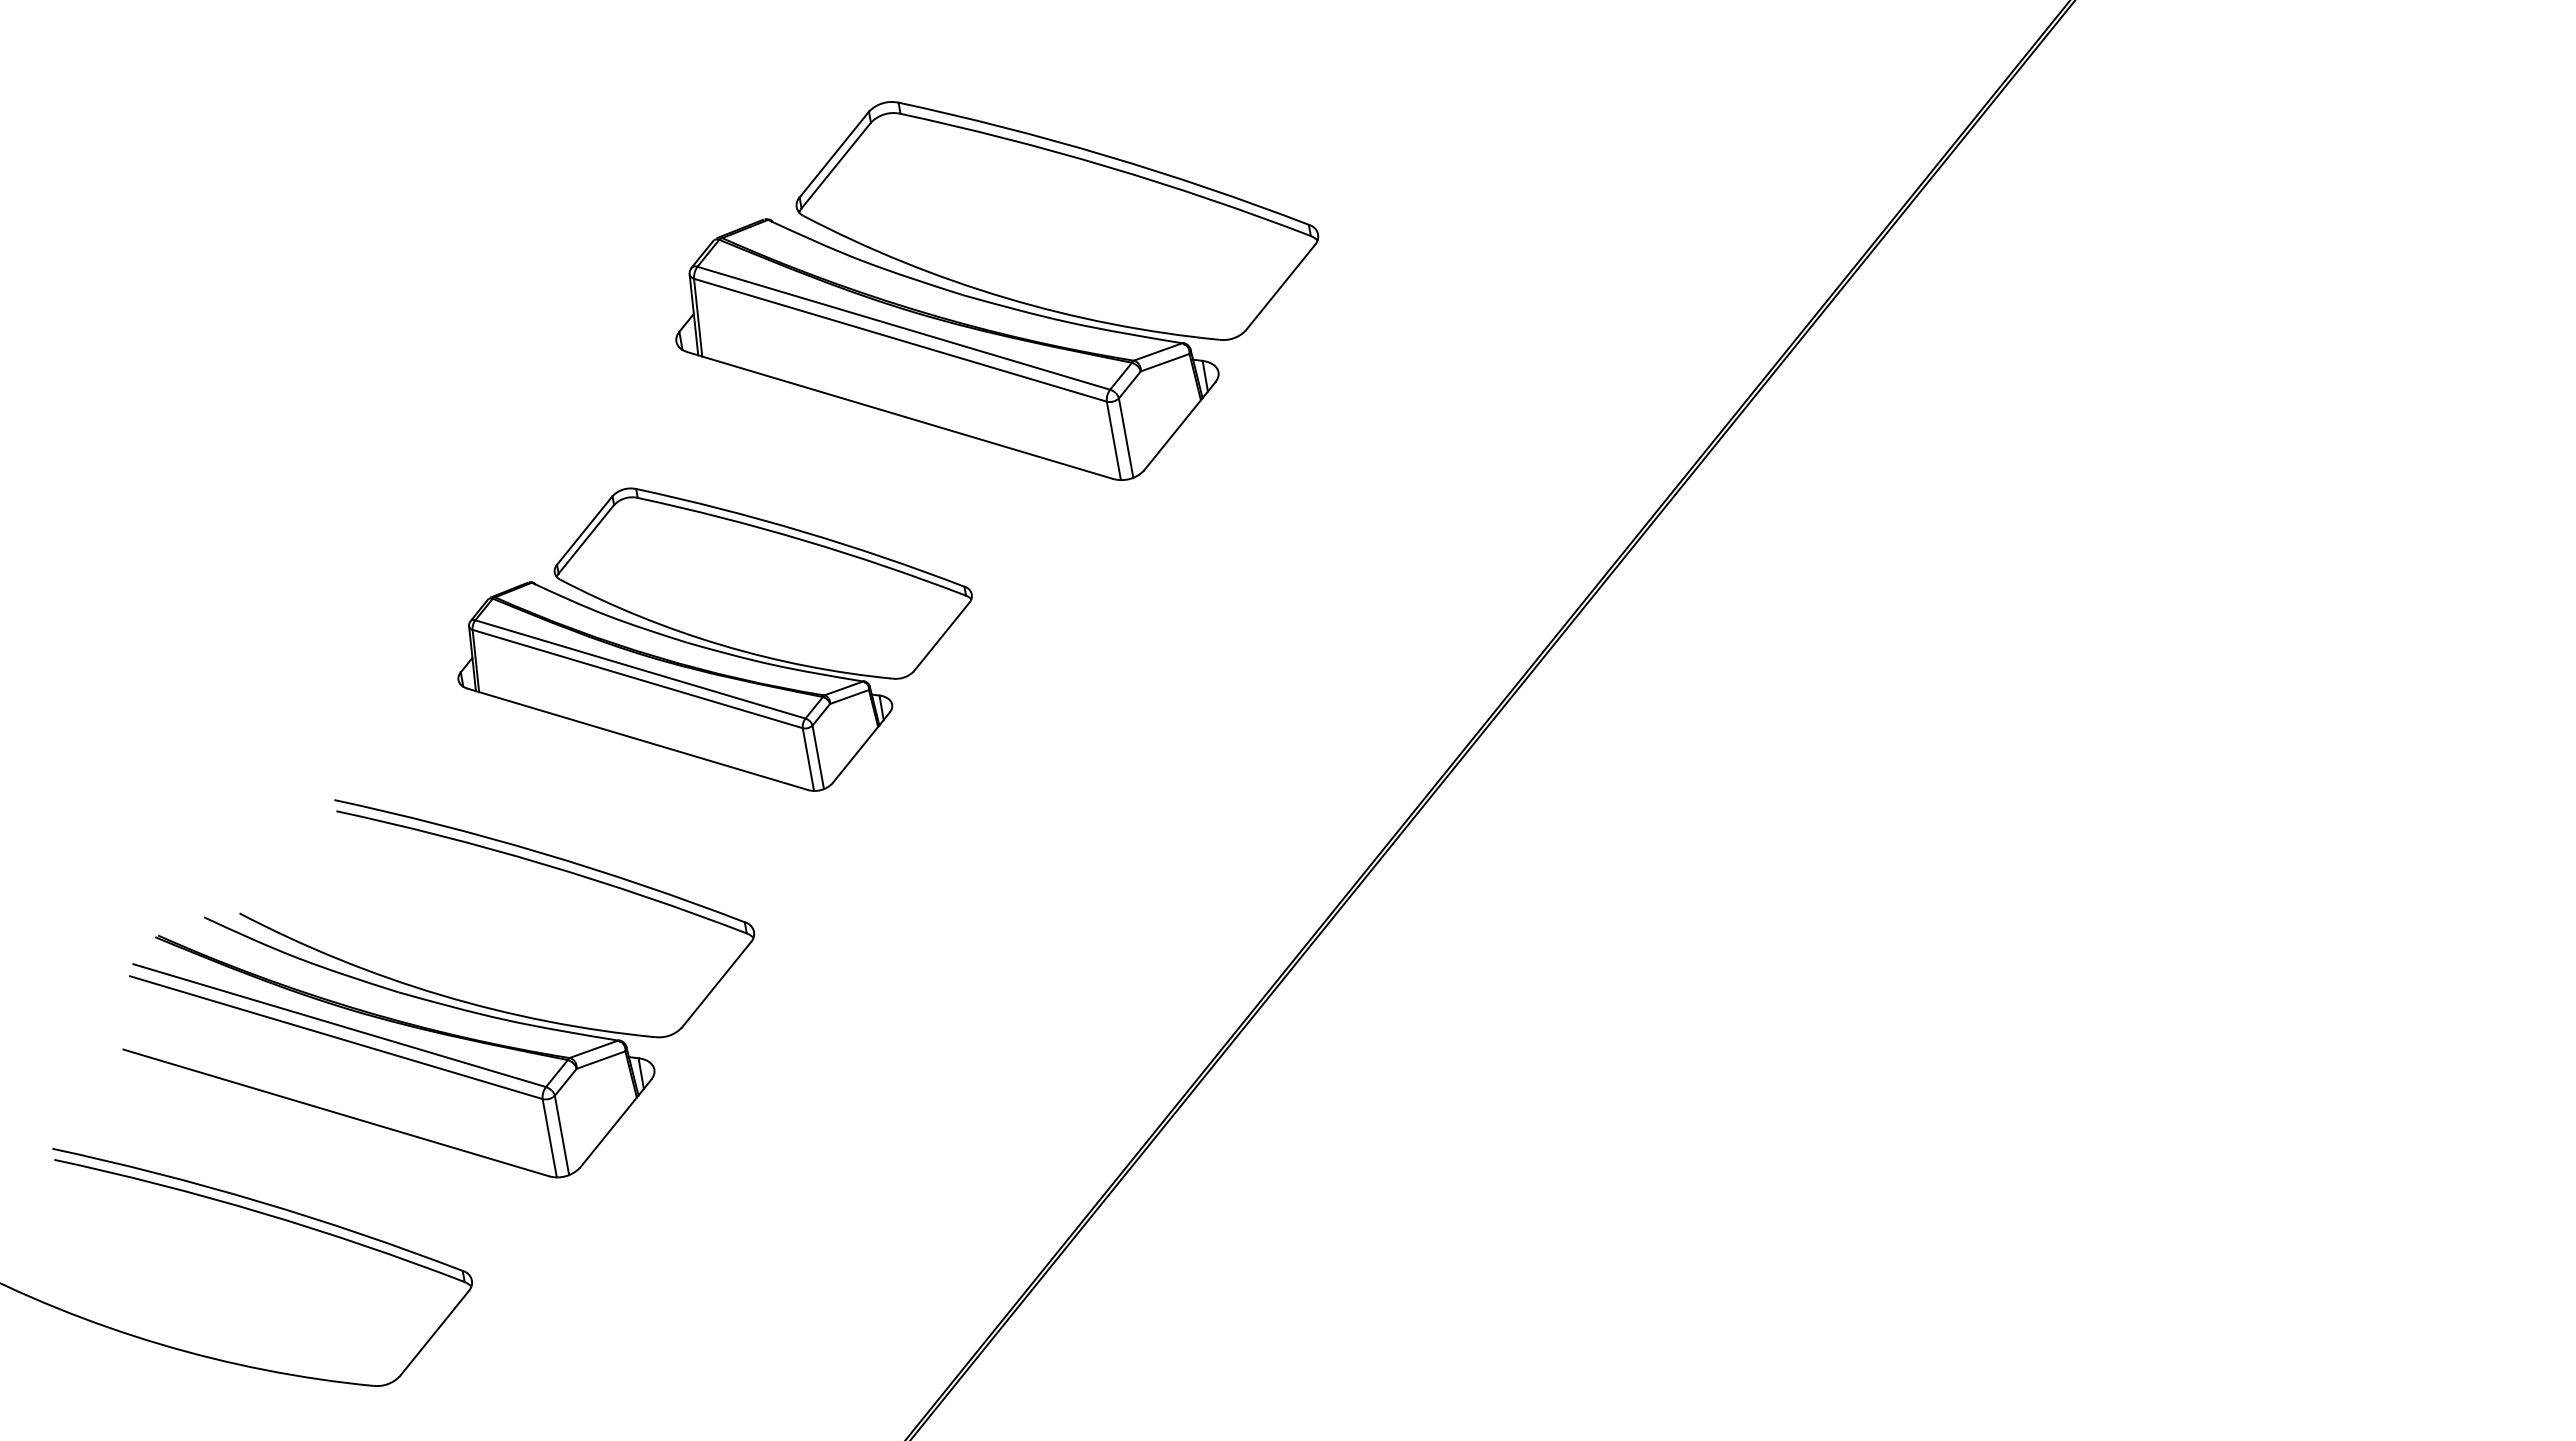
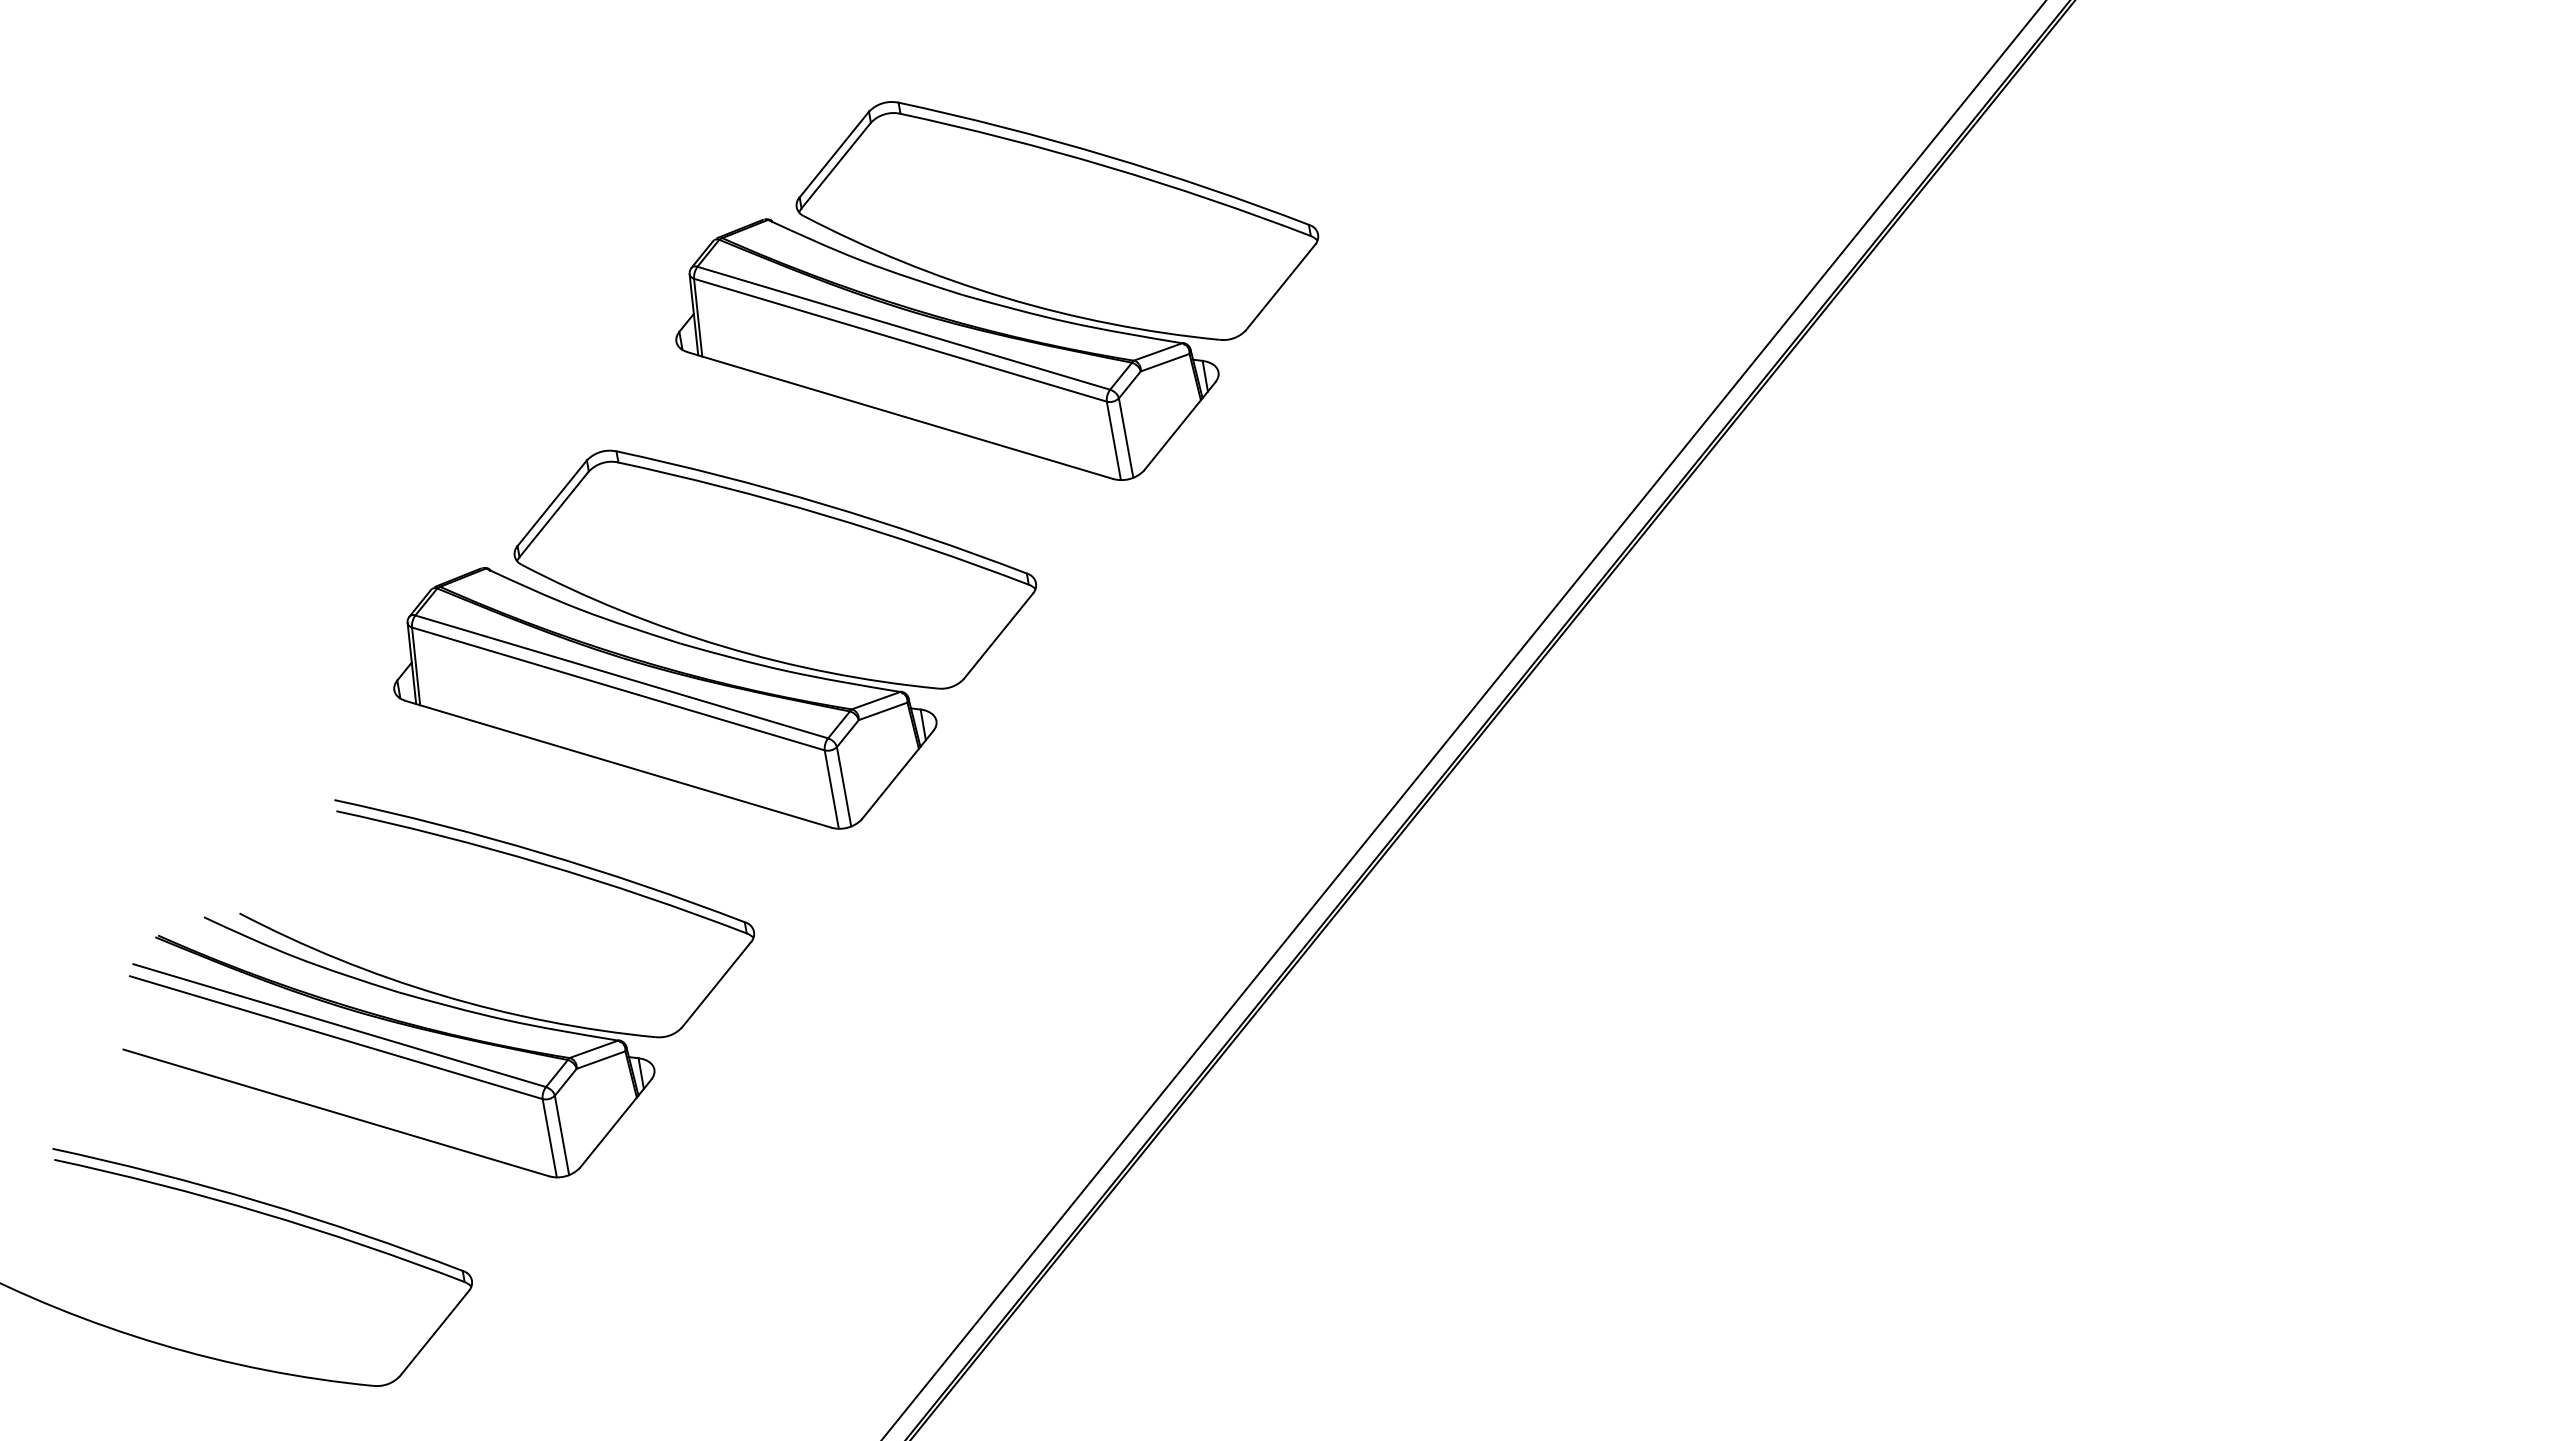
part at (714, 639) size: 516x305 px -> 644x381 px
line at (1463, 719): none -> present
